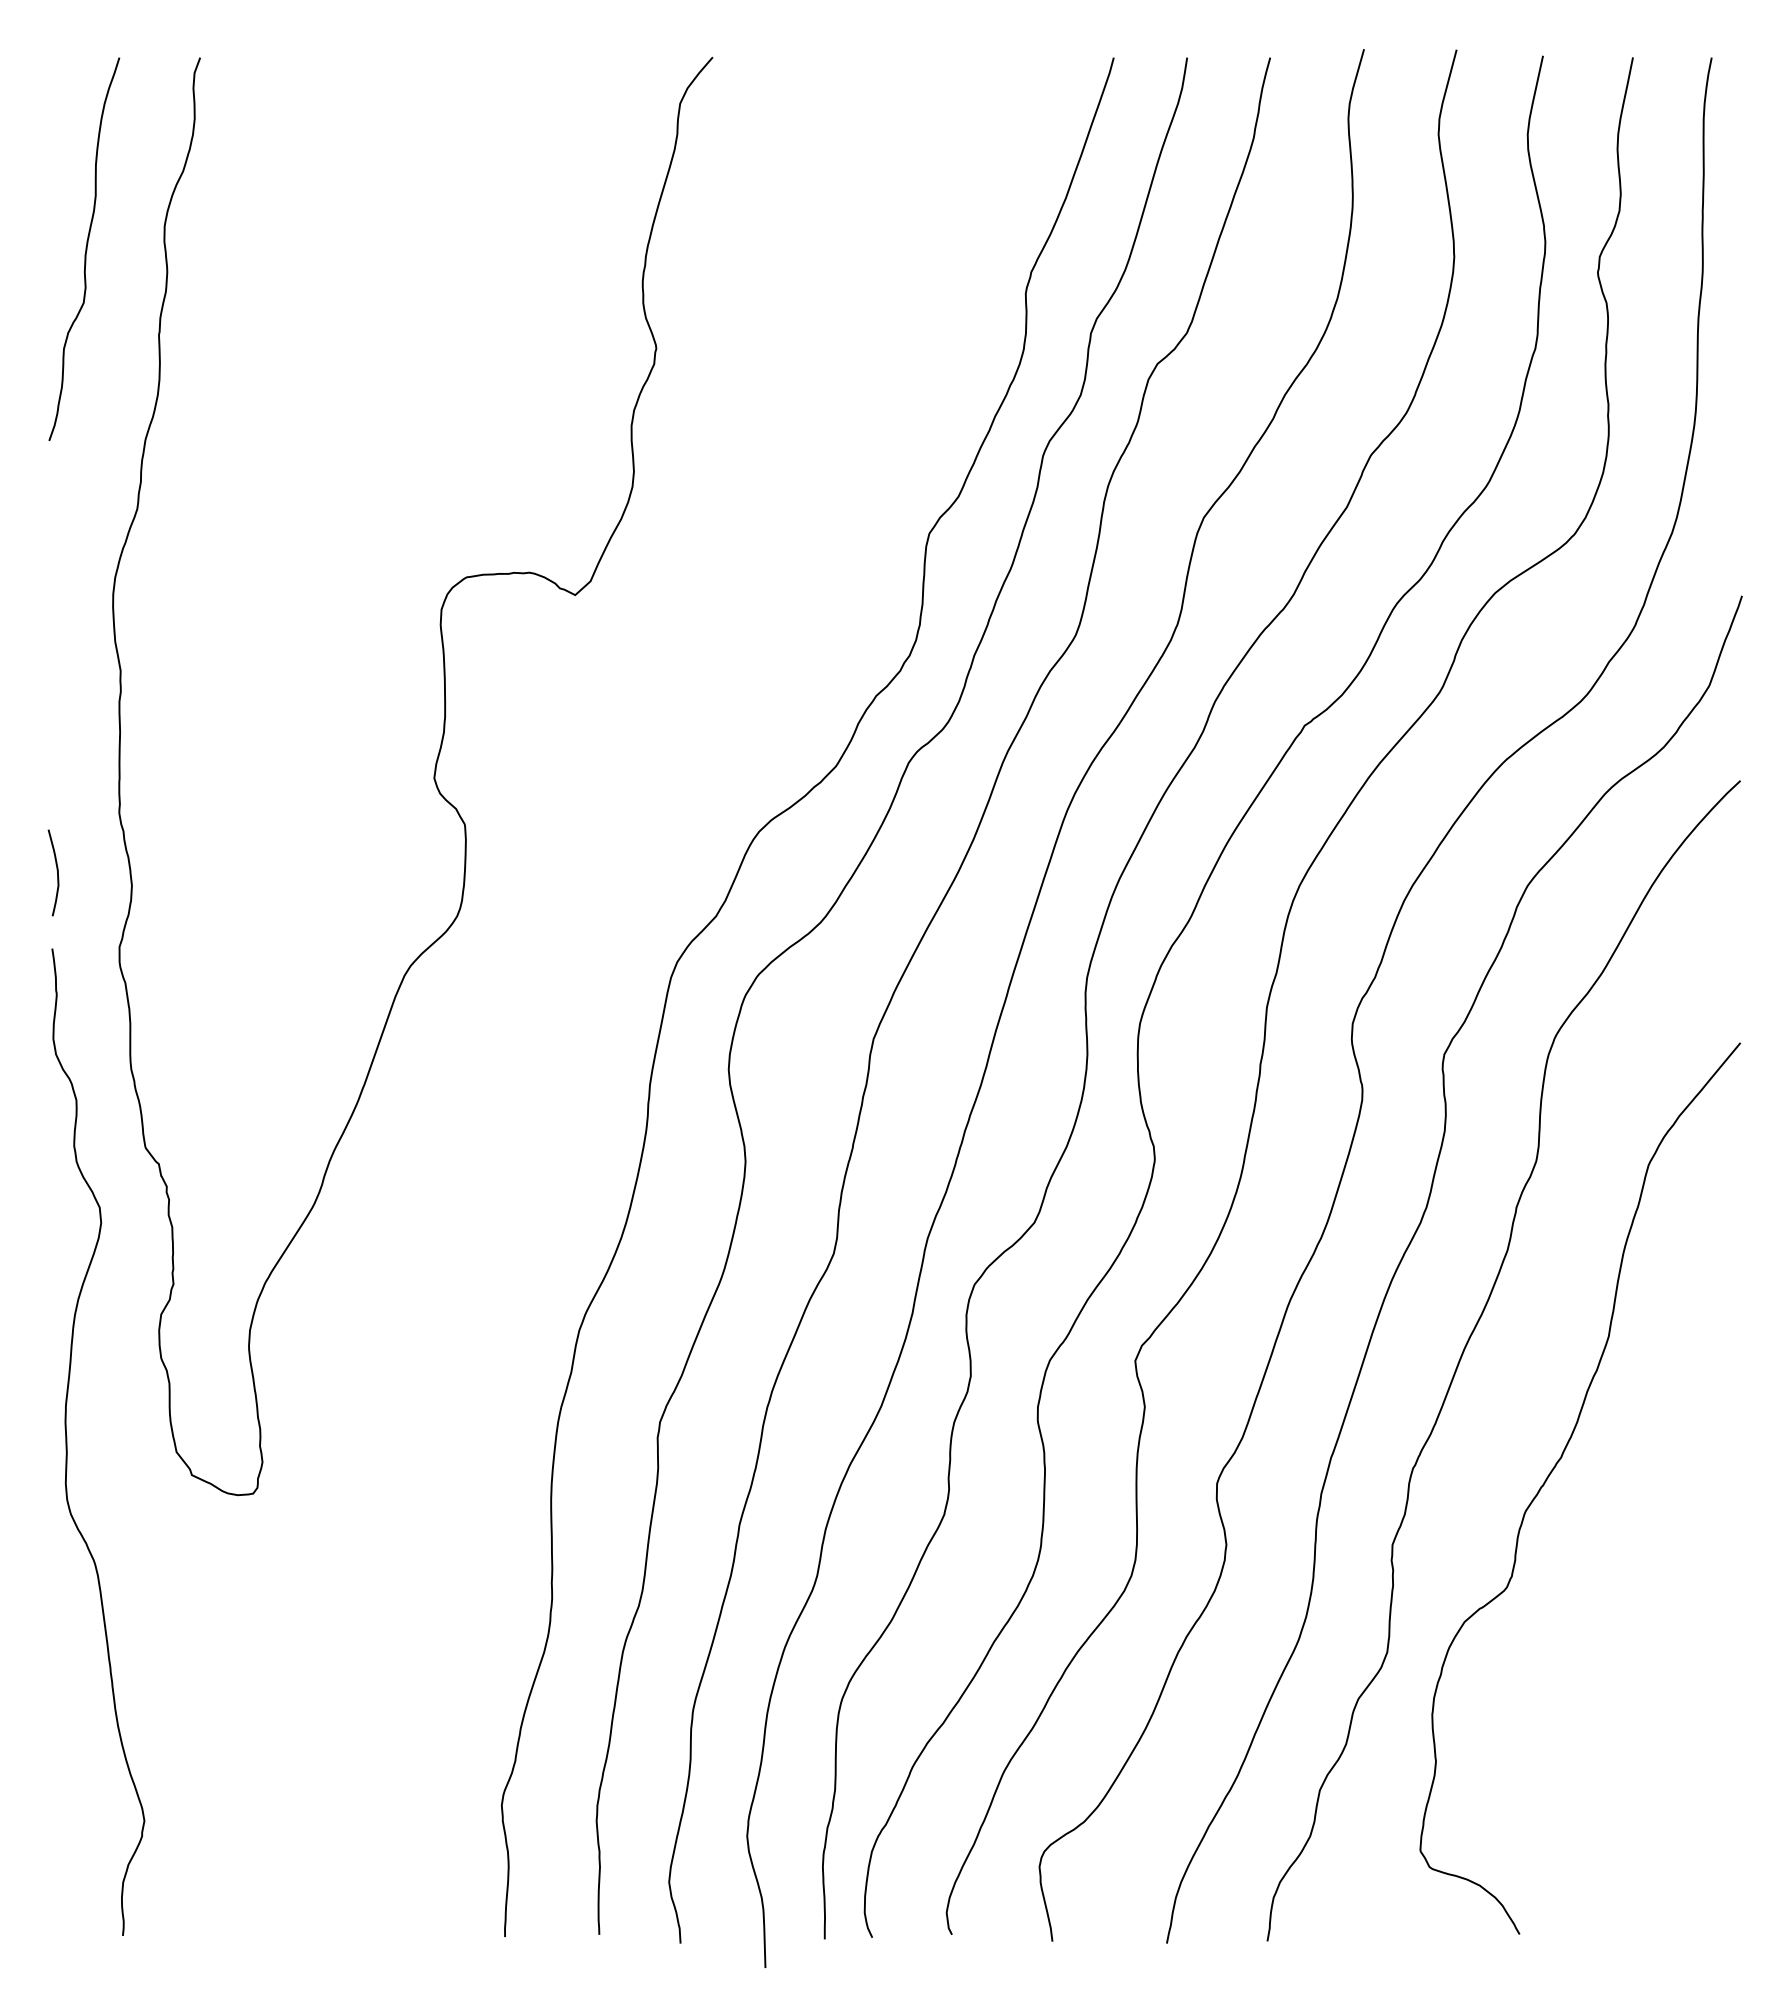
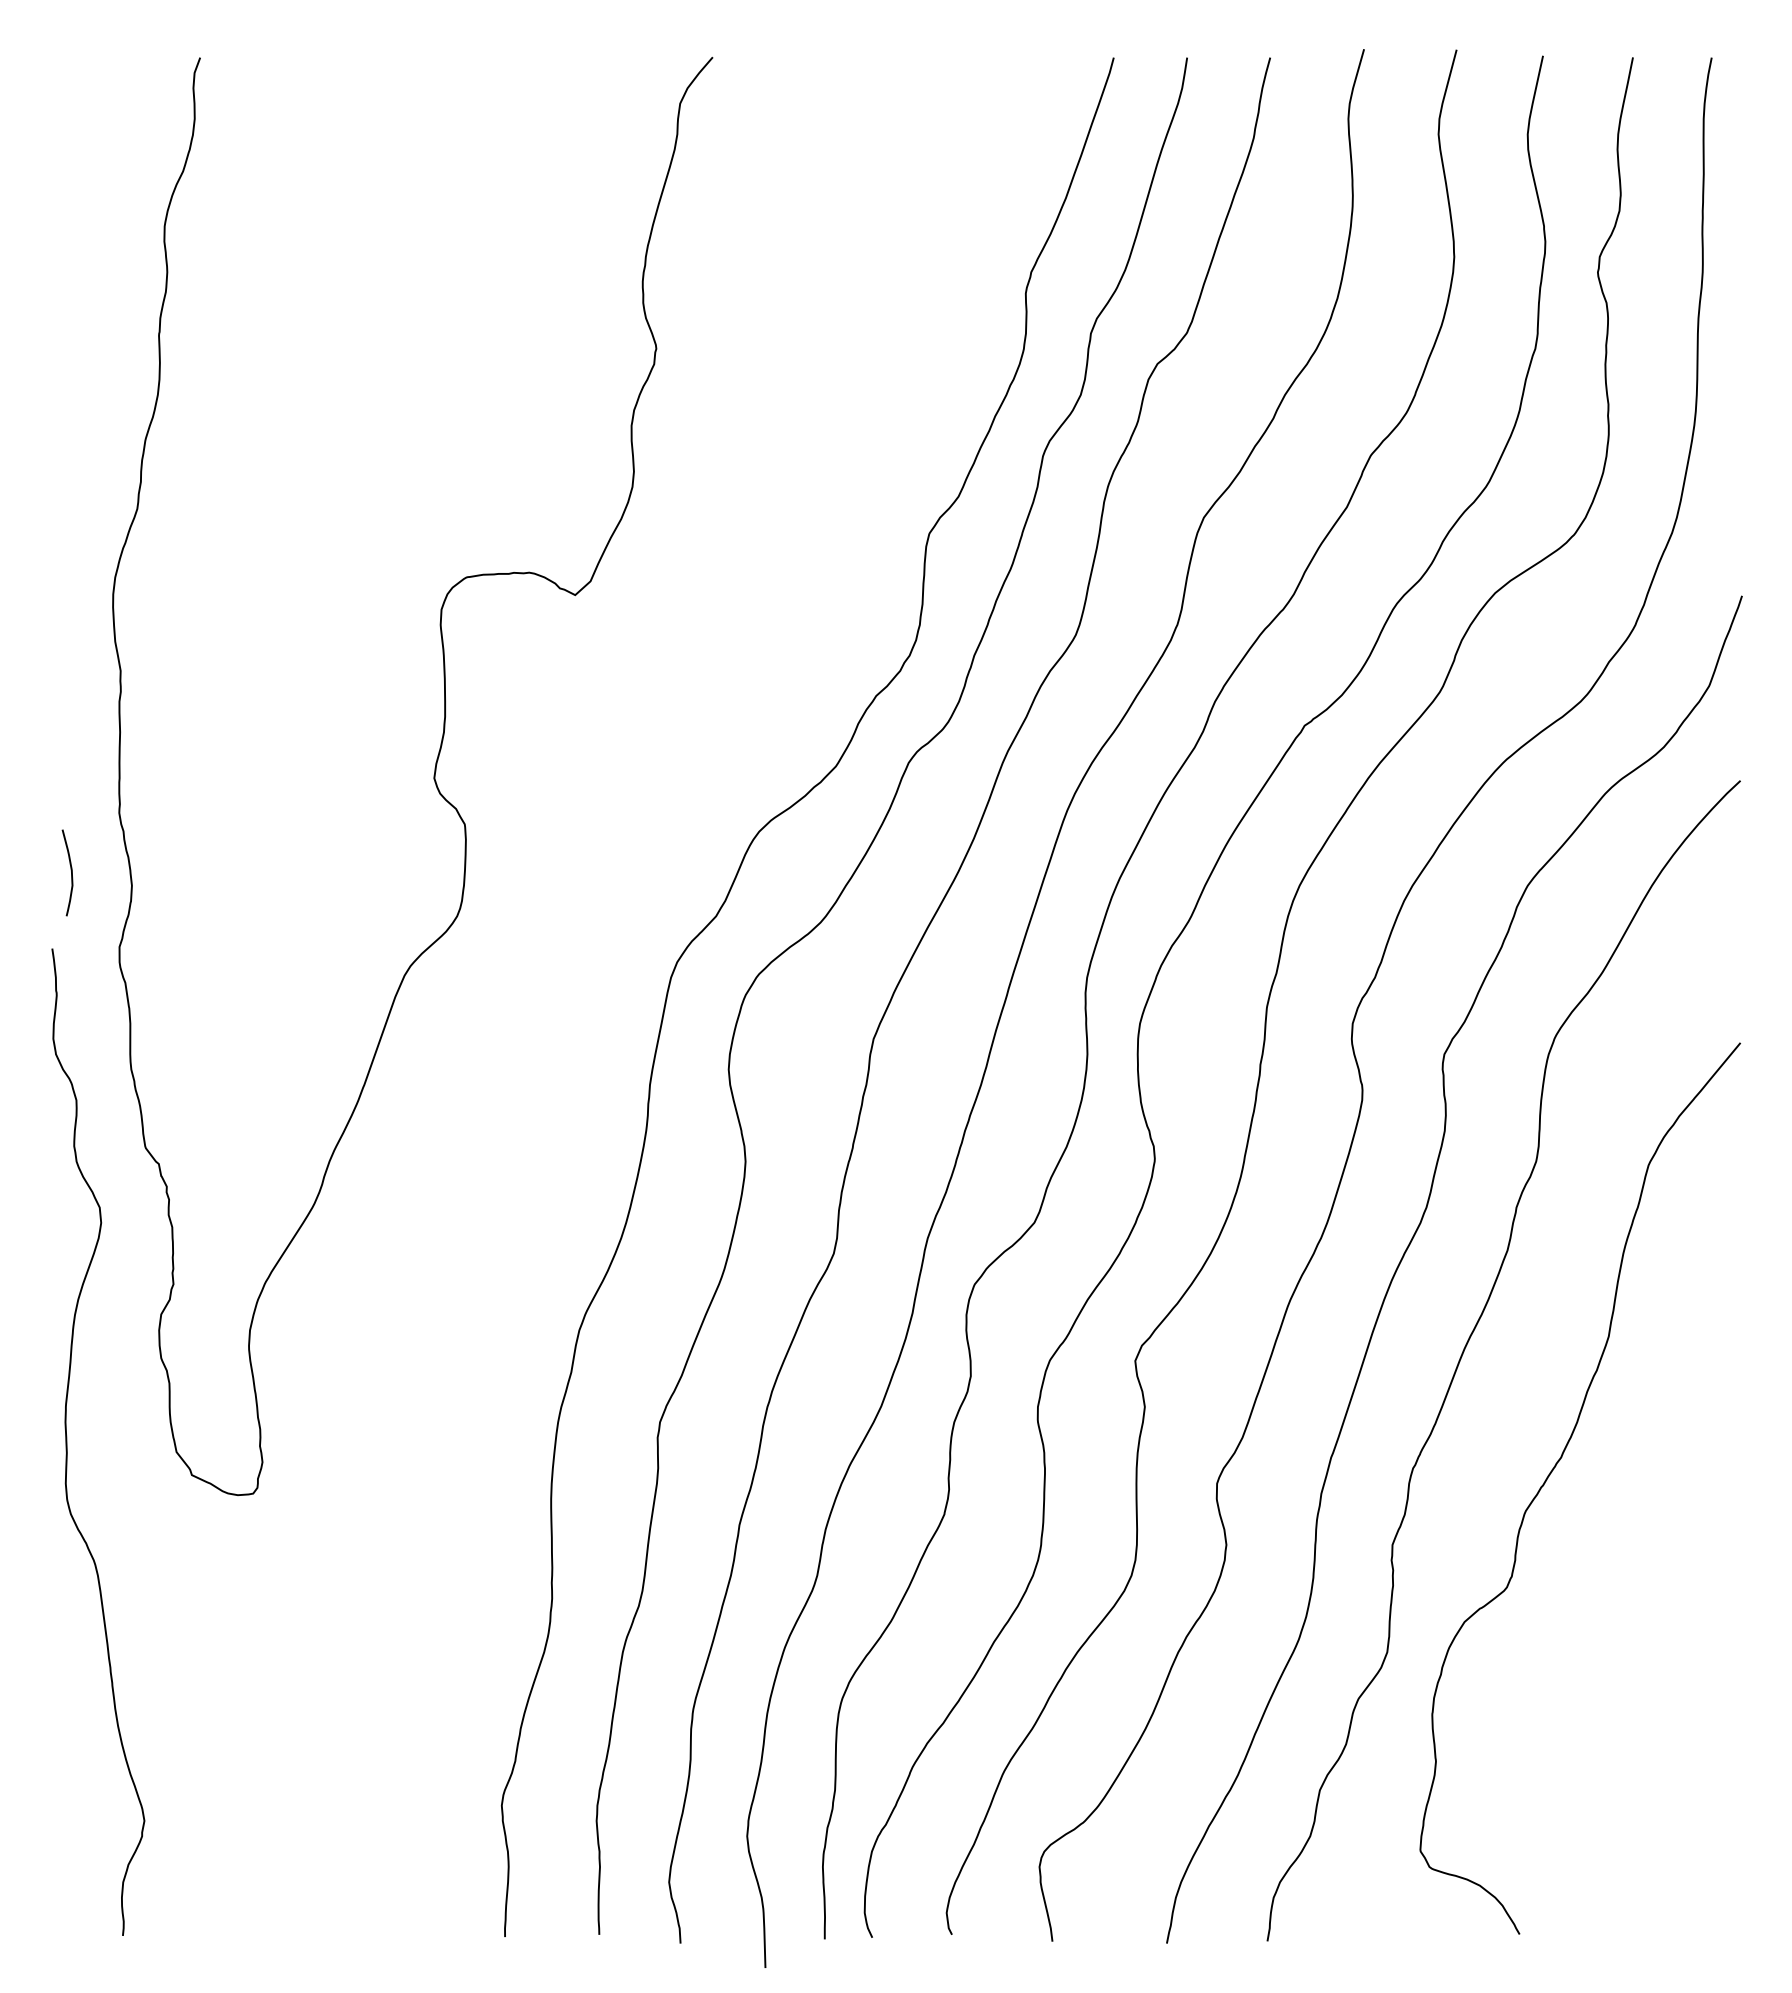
curve at (85, 248): present -> none
curve at (56, 870) position: (56, 870) -> (70, 870)
